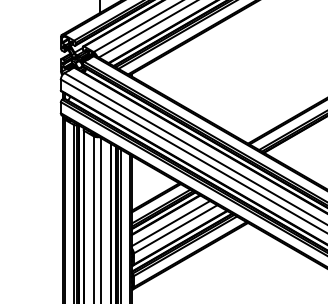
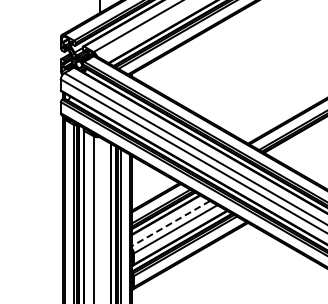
line at (146, 29): present -> none
line at (101, 219): present -> none
line at (170, 223): solid -> dashed
